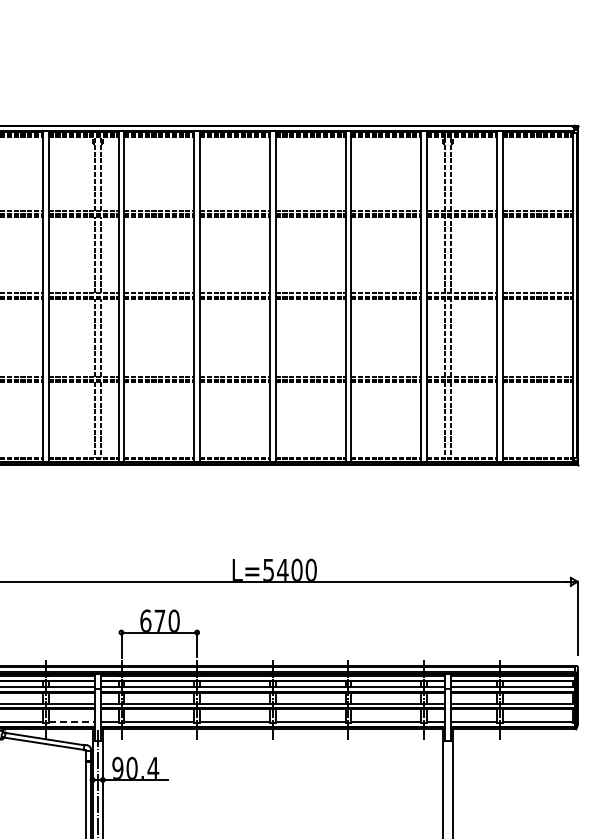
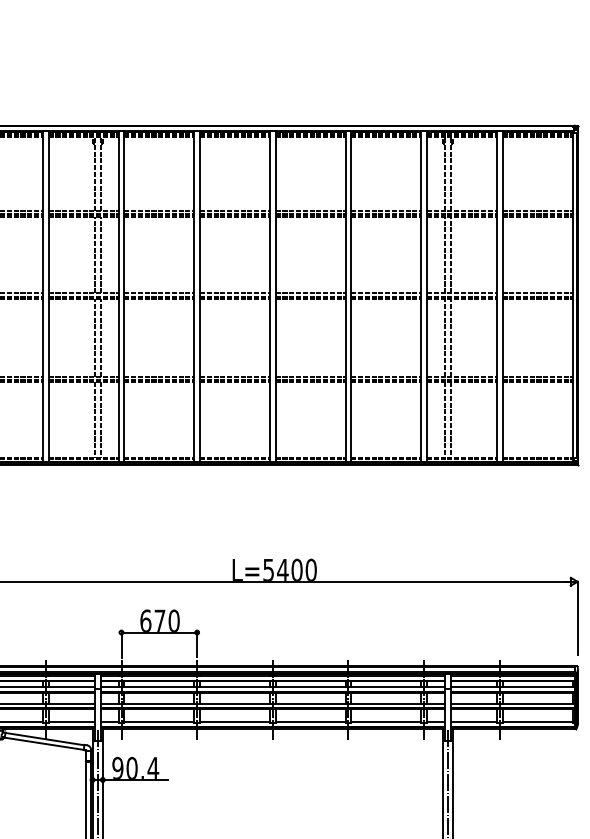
line at (71, 722): dashed -> solid
line at (447, 782): none -> present
